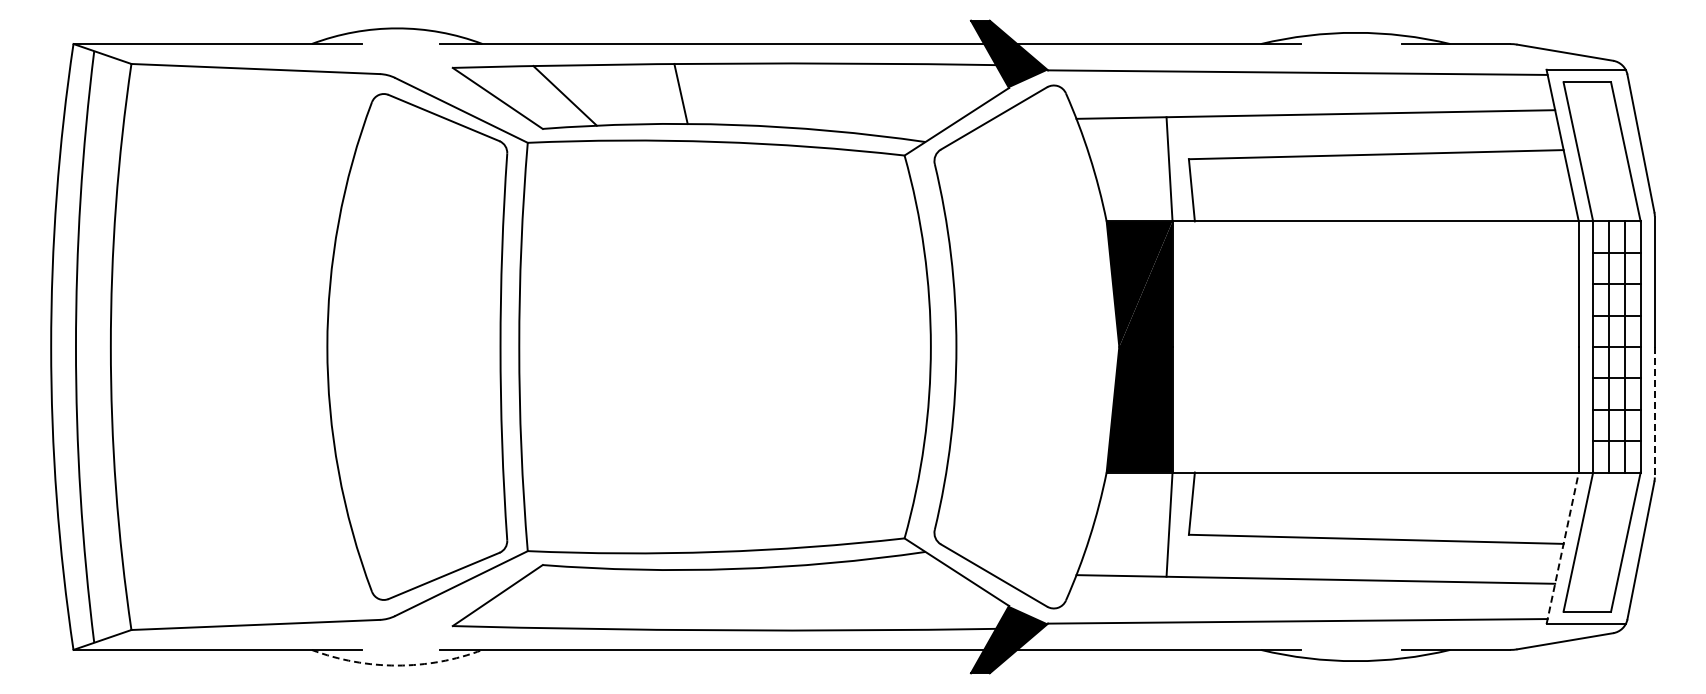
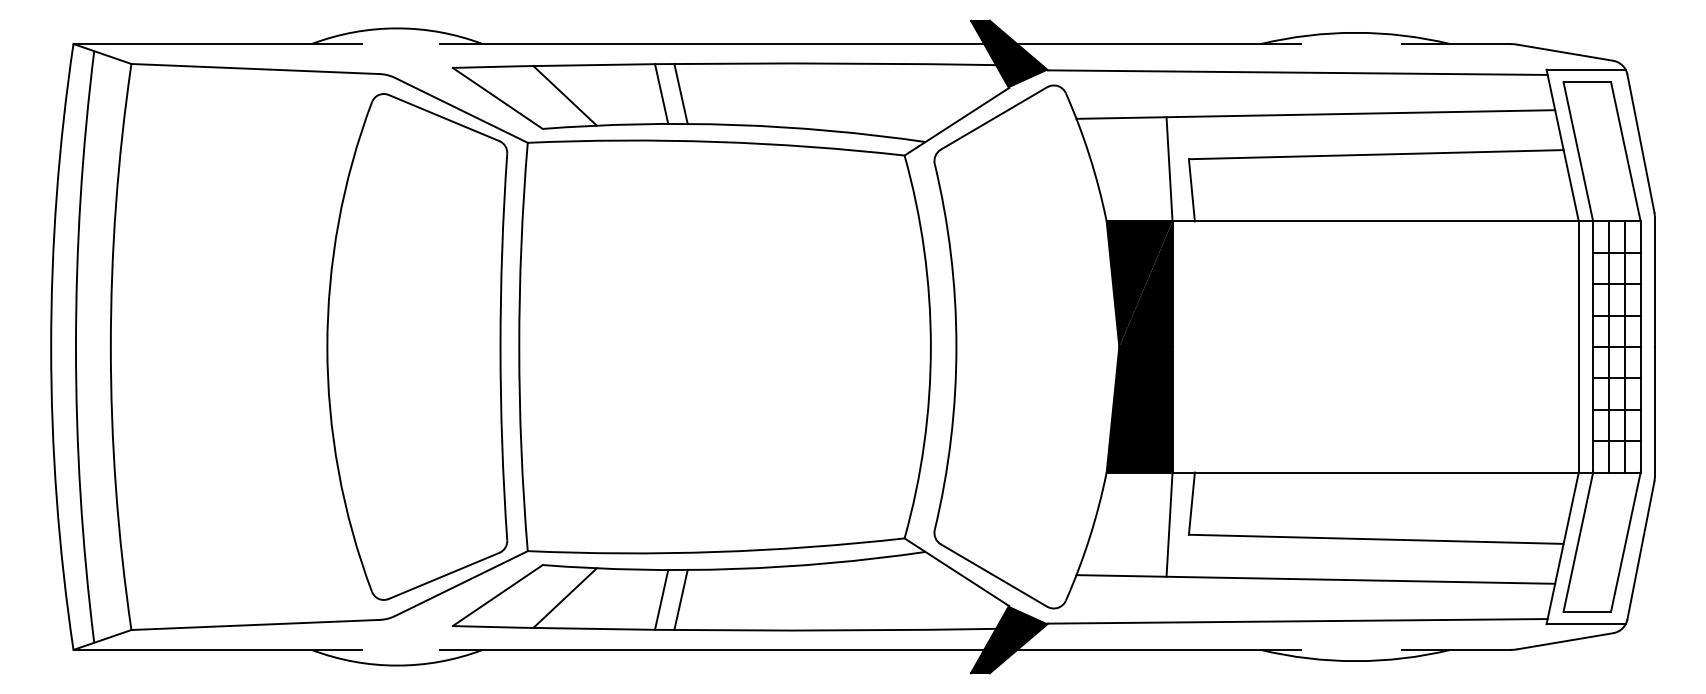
line at (661, 93): none -> present
line at (1654, 412): dashed -> solid
line at (1562, 548): dashed -> solid
line at (564, 597): none -> present
line at (661, 599): none -> present
line at (680, 599): none -> present
arc at (397, 665): dashed -> solid
